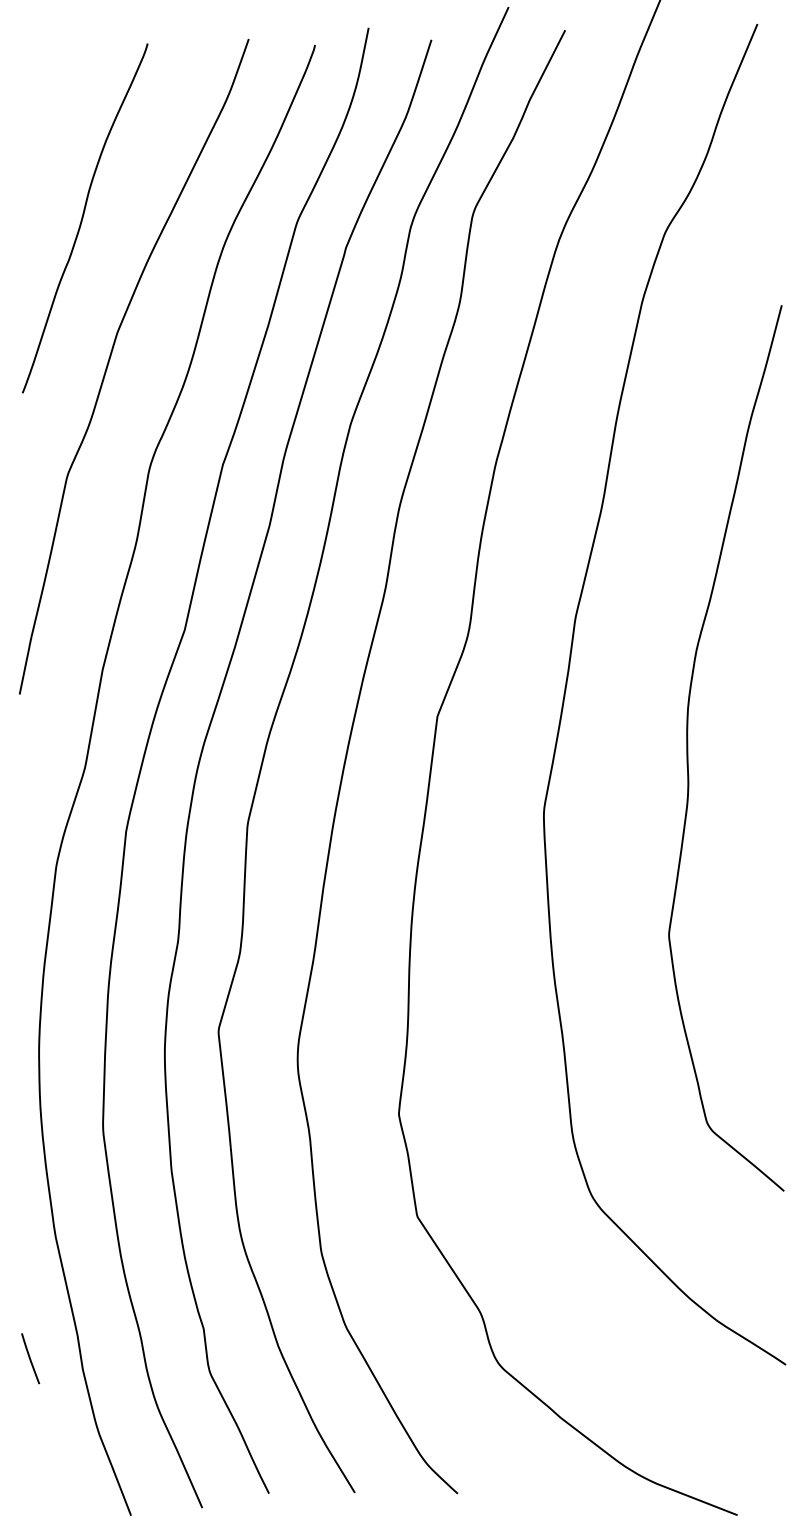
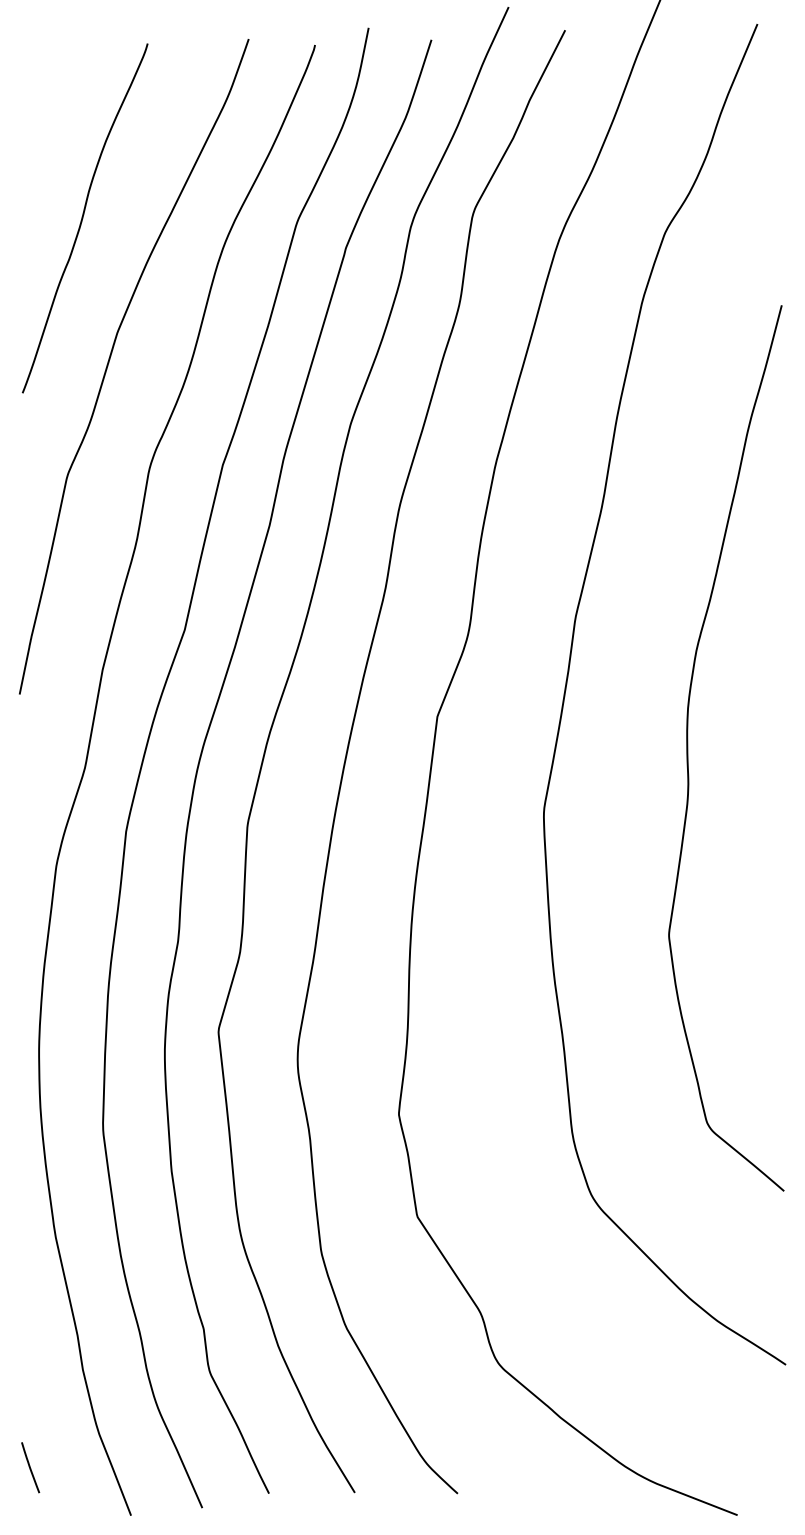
line at (30, 1358) position: (30, 1358) -> (30, 1467)
